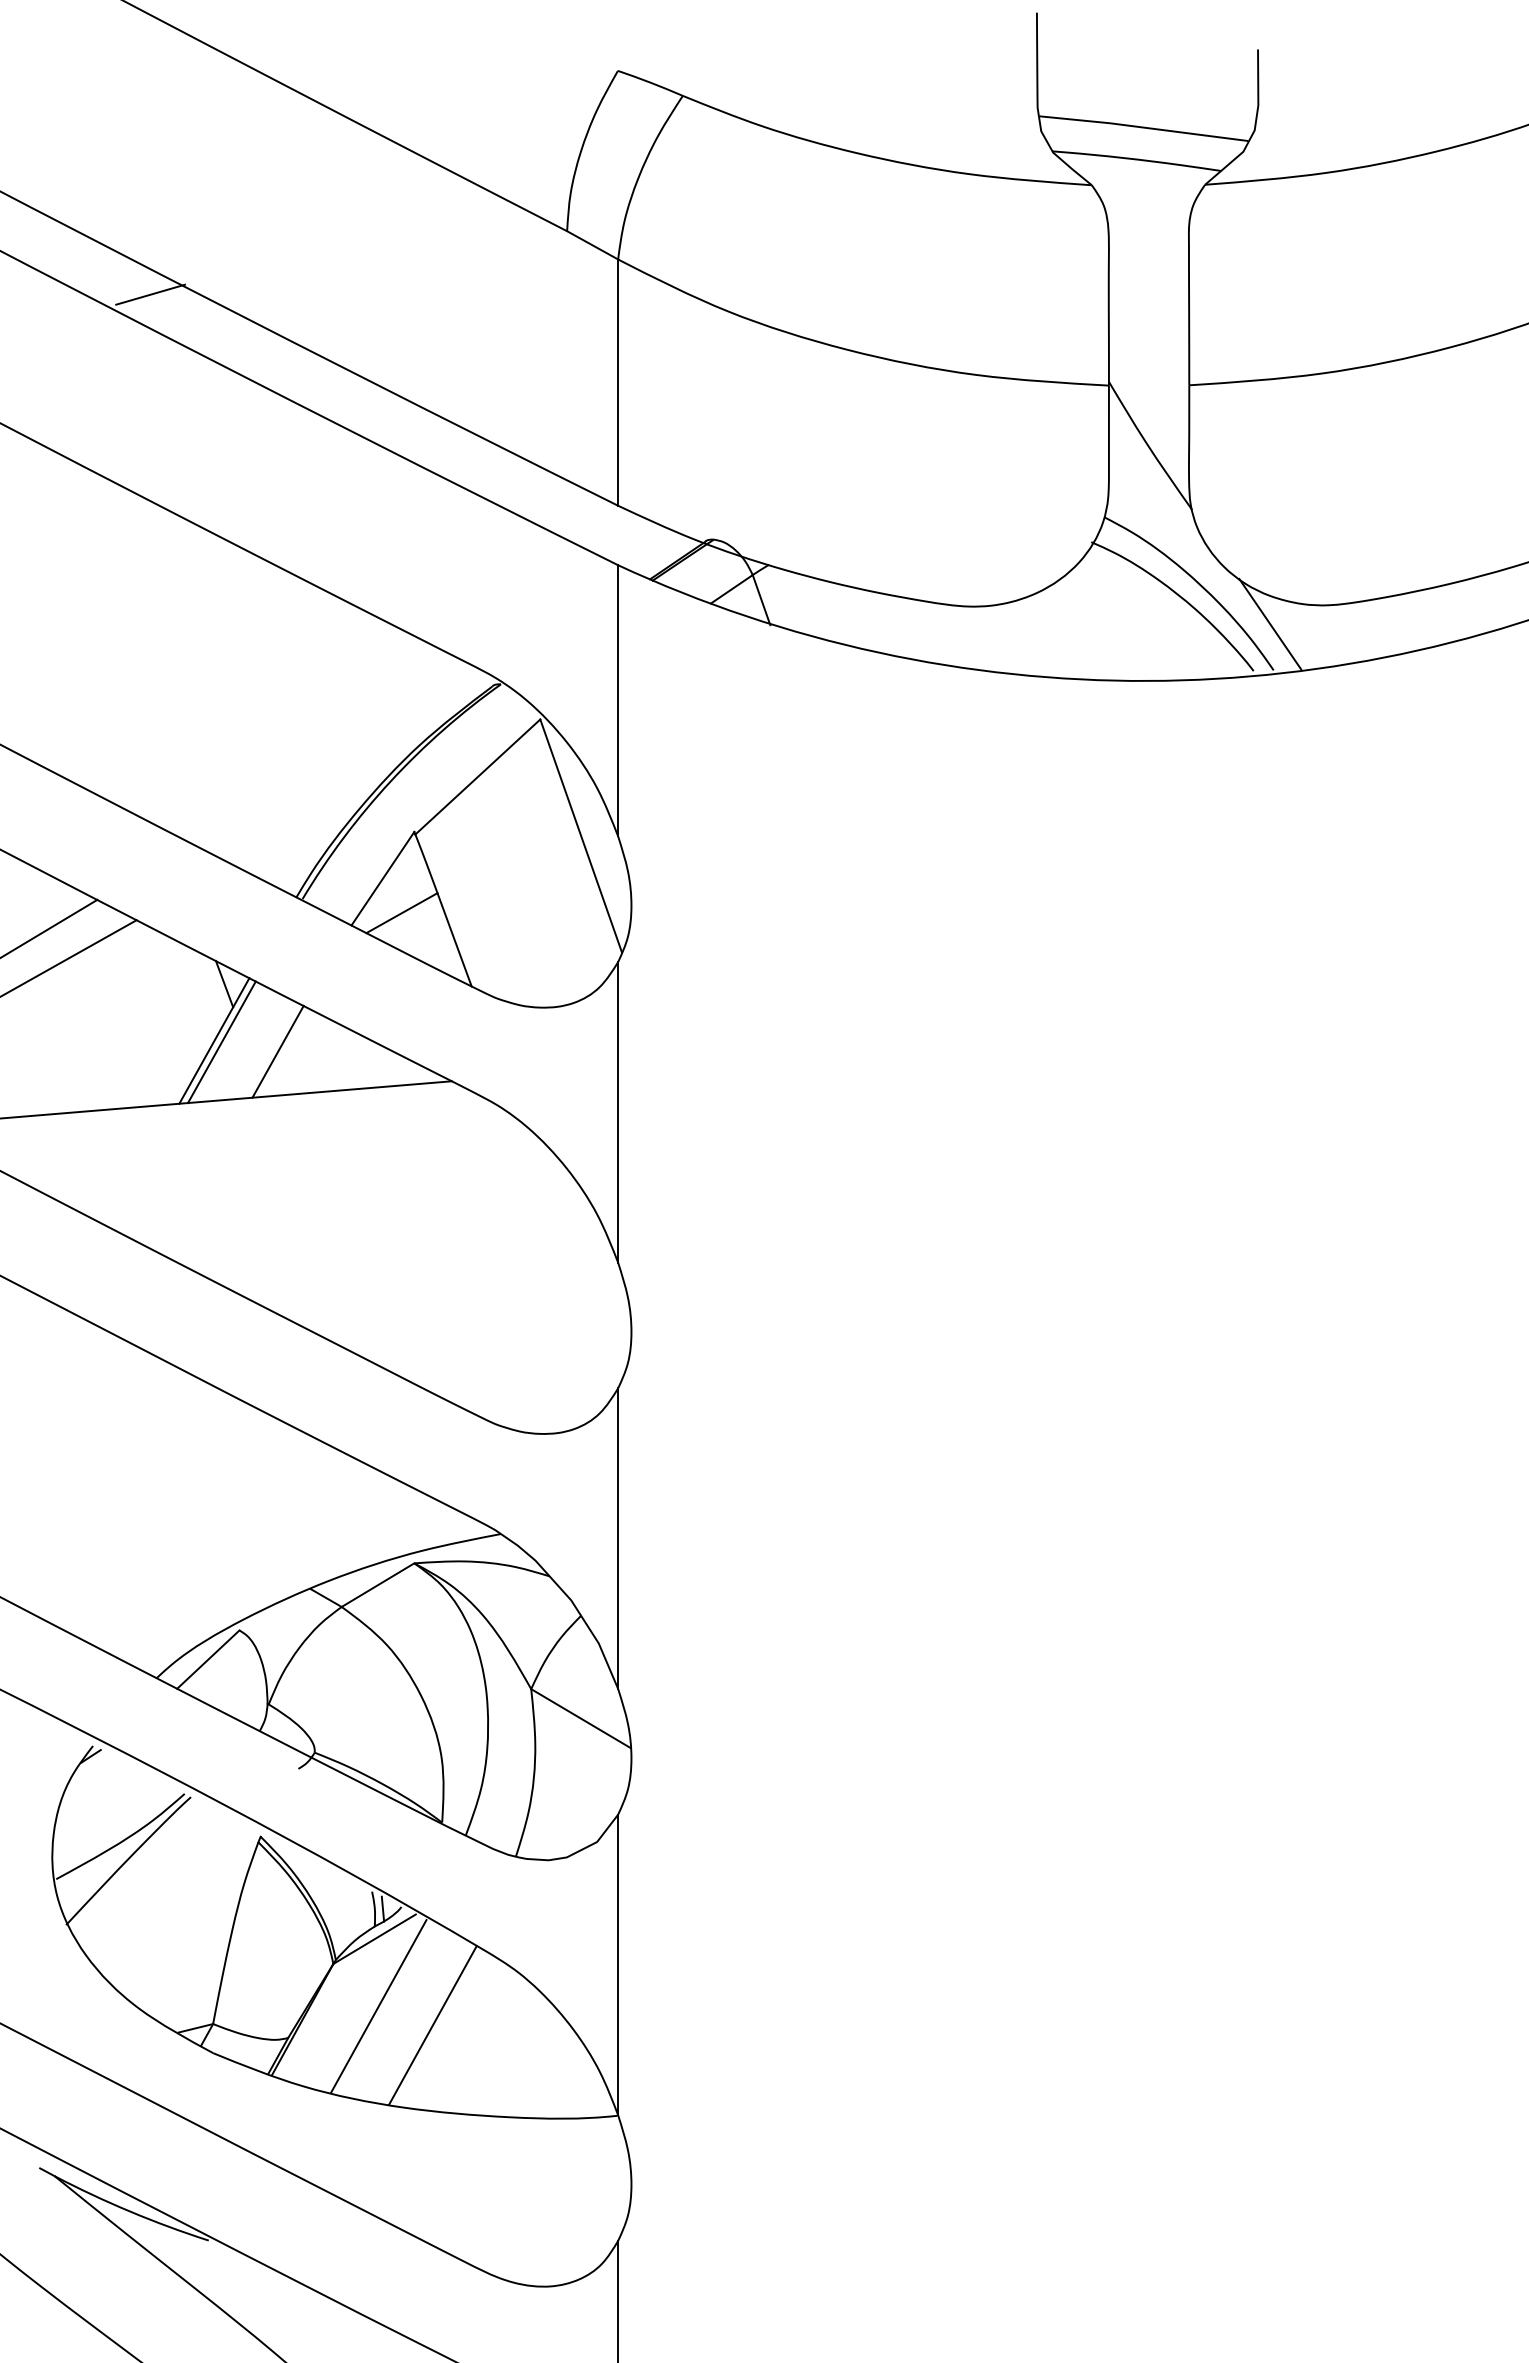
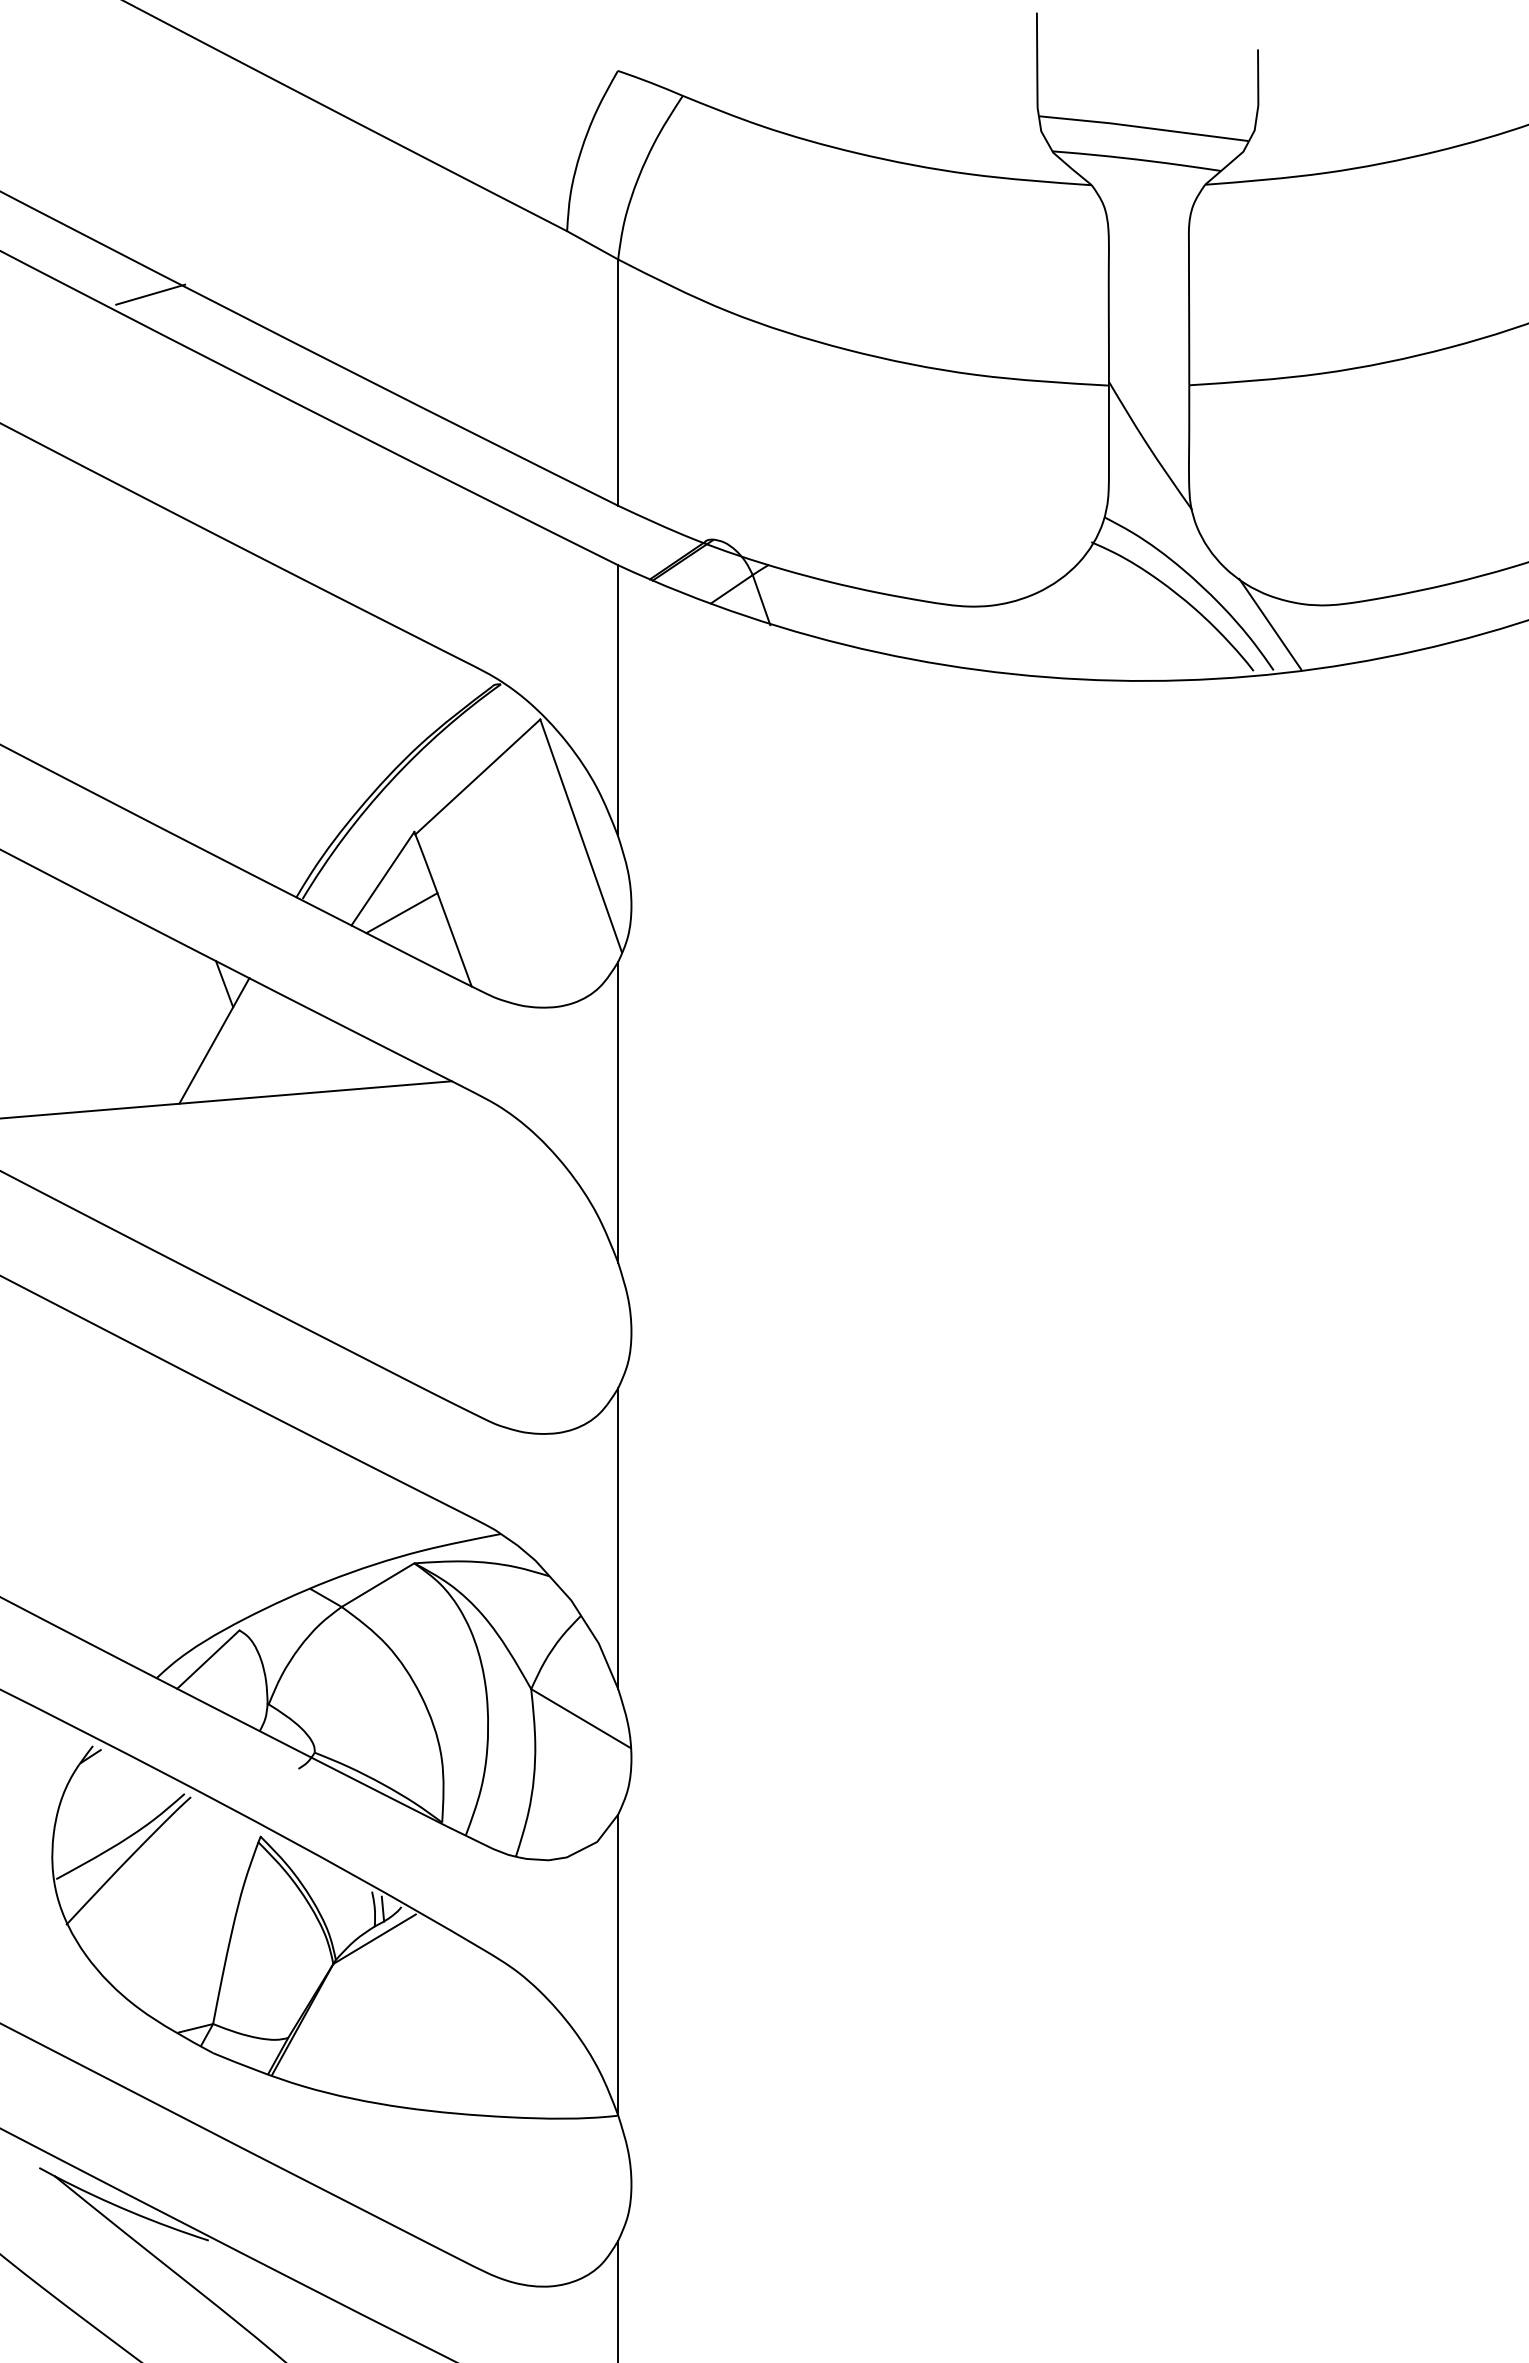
line at (49, 927): present -> none
line at (69, 957): present -> none
line at (221, 1042): present -> none
line at (277, 1051): present -> none
line at (378, 2006): present -> none
line at (432, 2025): present -> none
